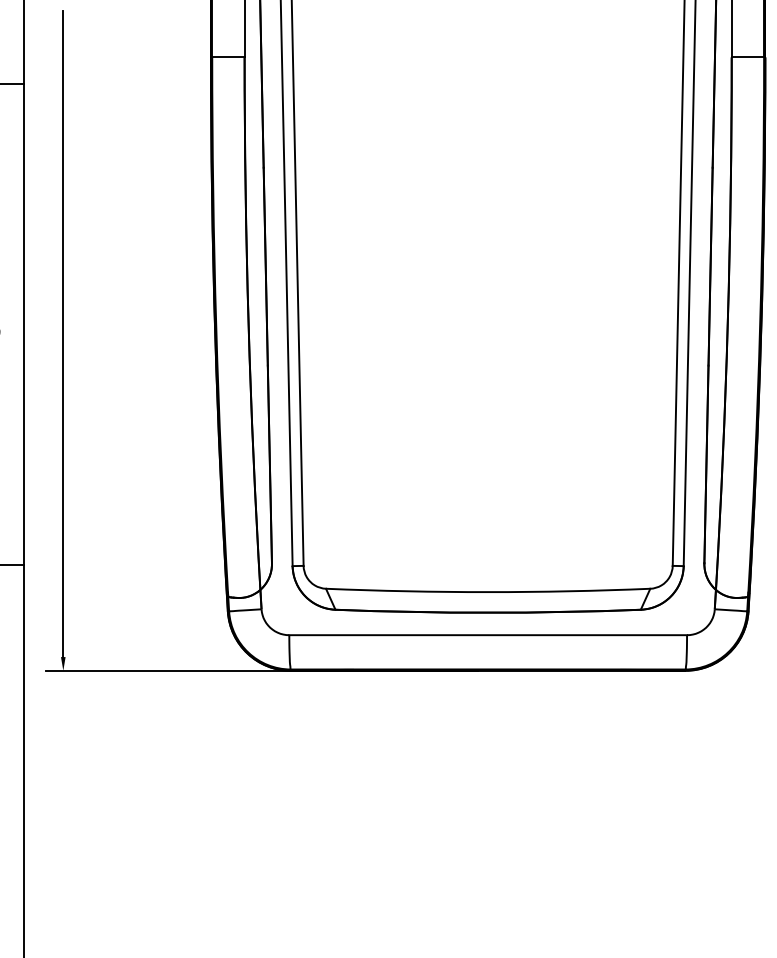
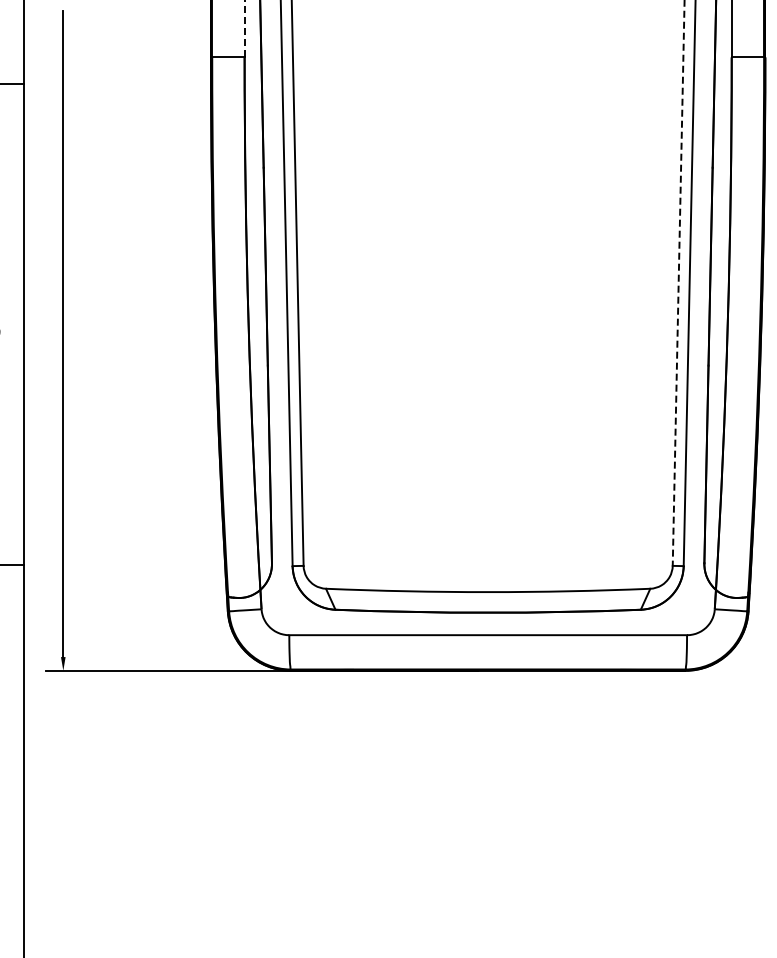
line at (244, 28): solid -> dashed
line at (678, 283): solid -> dashed
